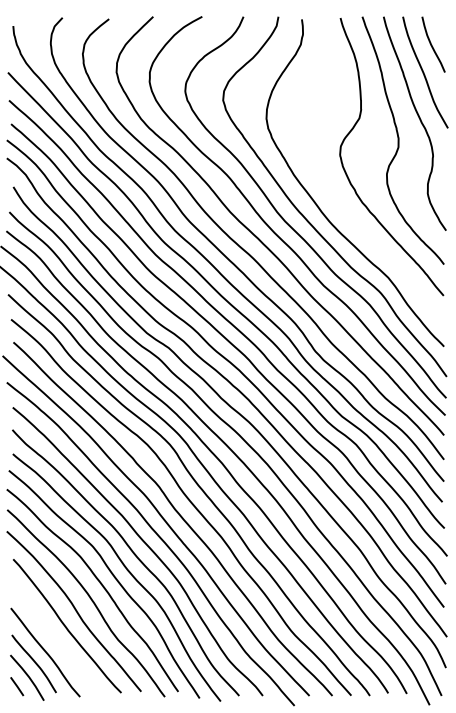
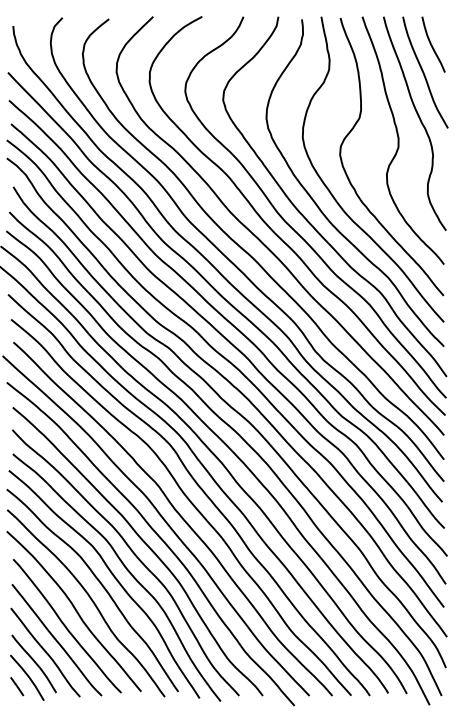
curve at (334, 196): none -> present
curve at (56, 640): none -> present
